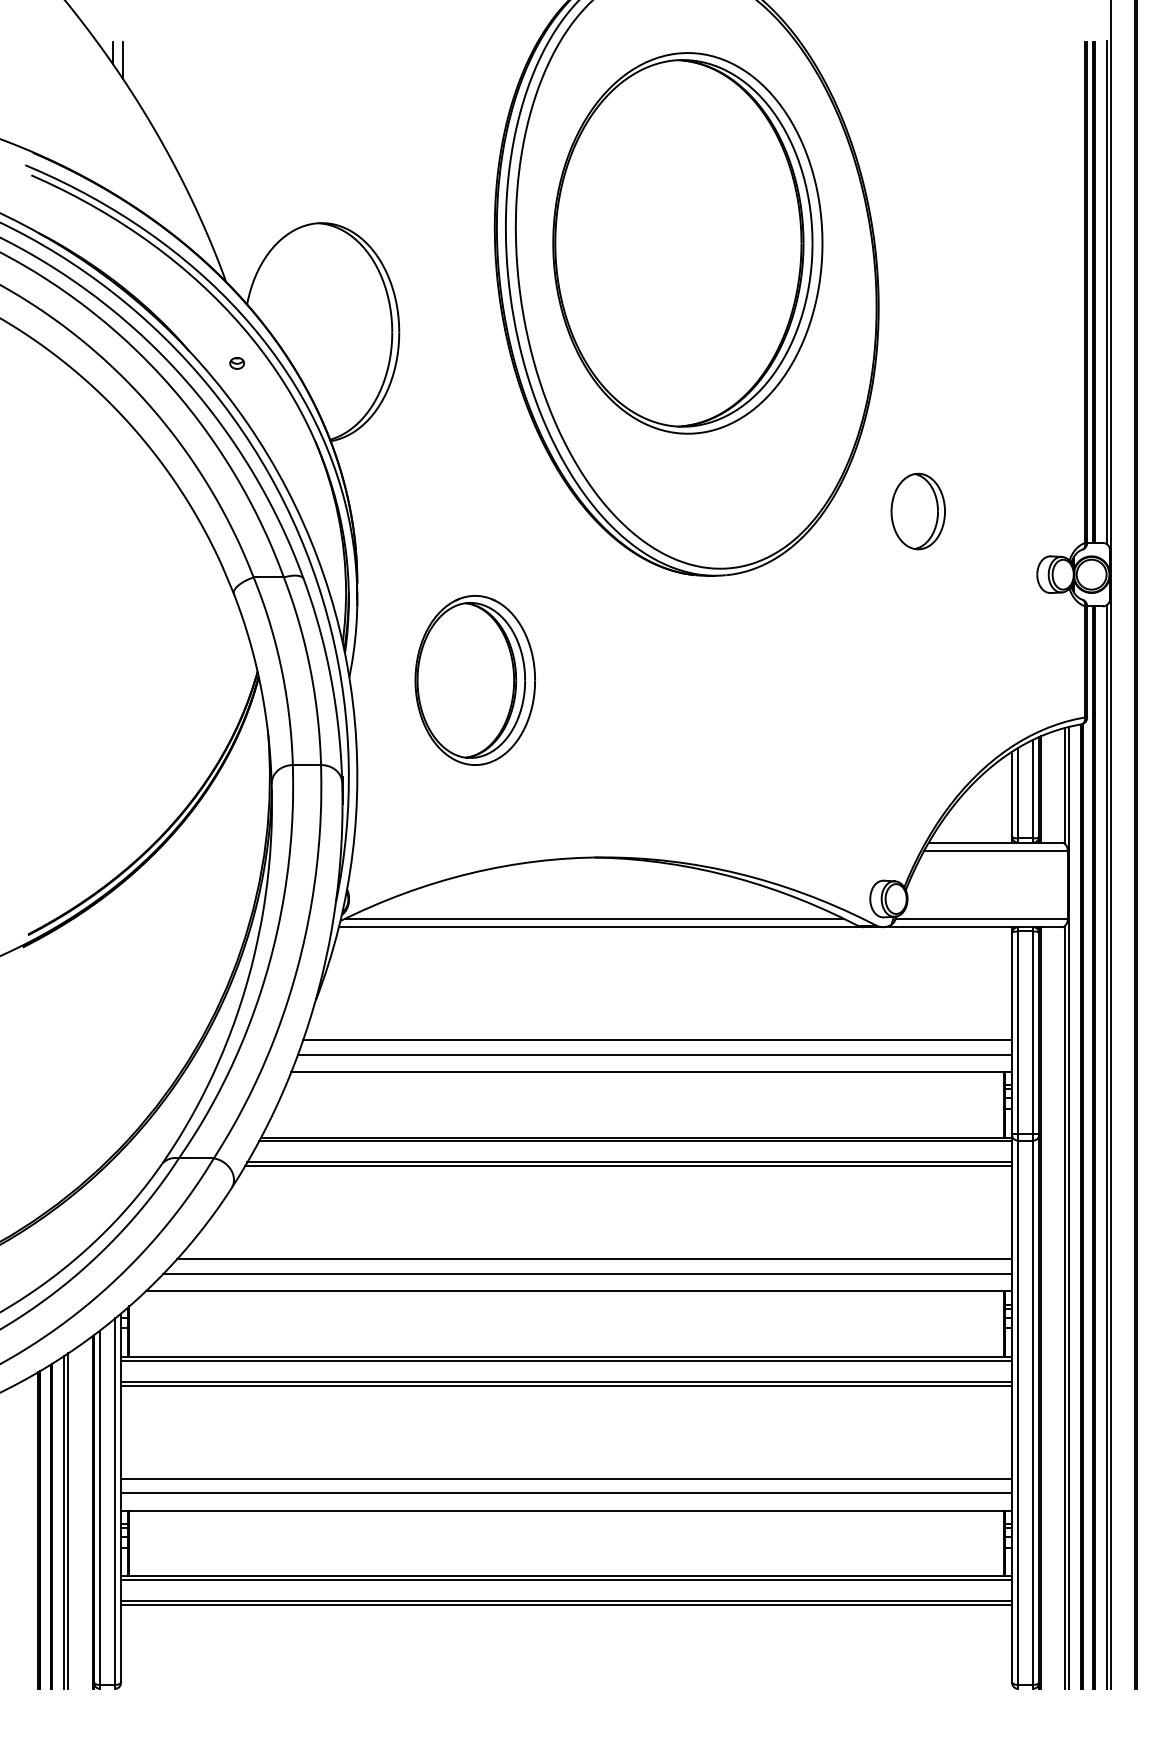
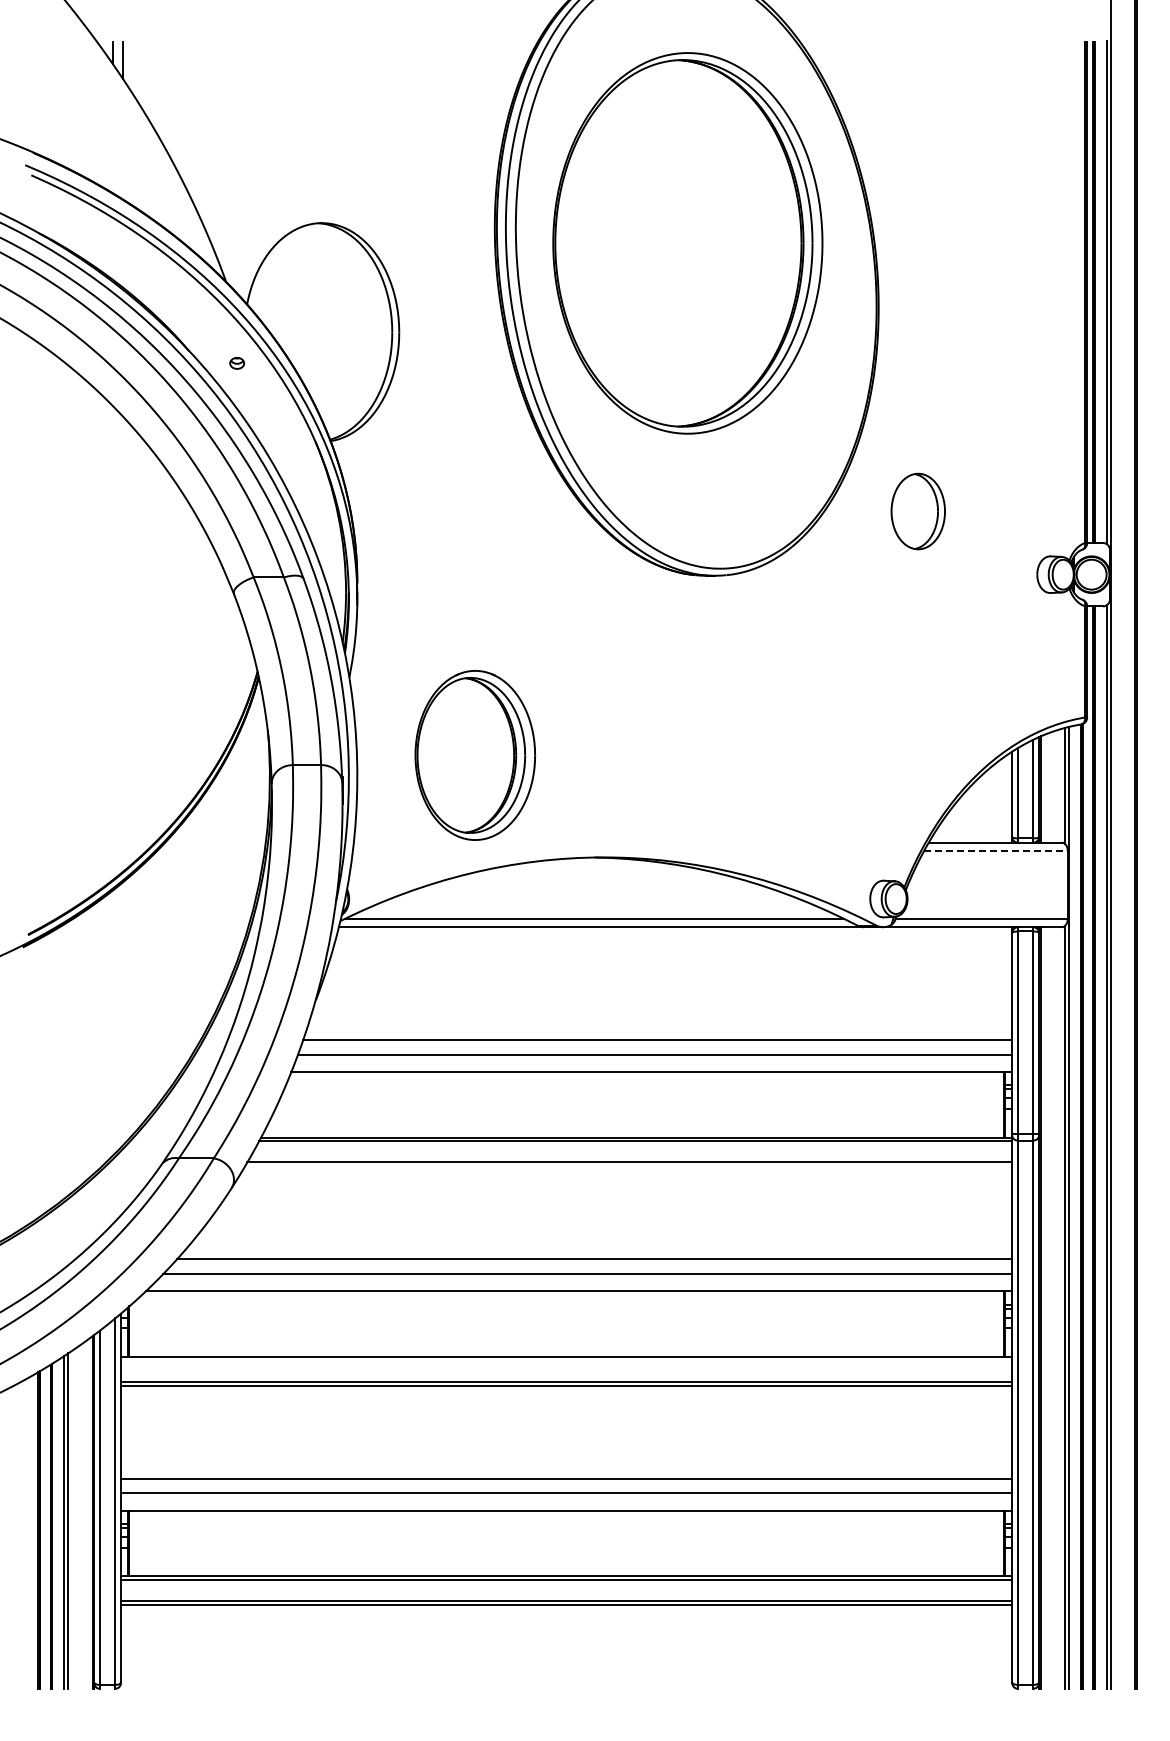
part at (474, 680) position: (474, 680) -> (474, 755)
line at (995, 851): solid -> dashed
line at (628, 1166): present -> none
line at (566, 1360): present -> none
